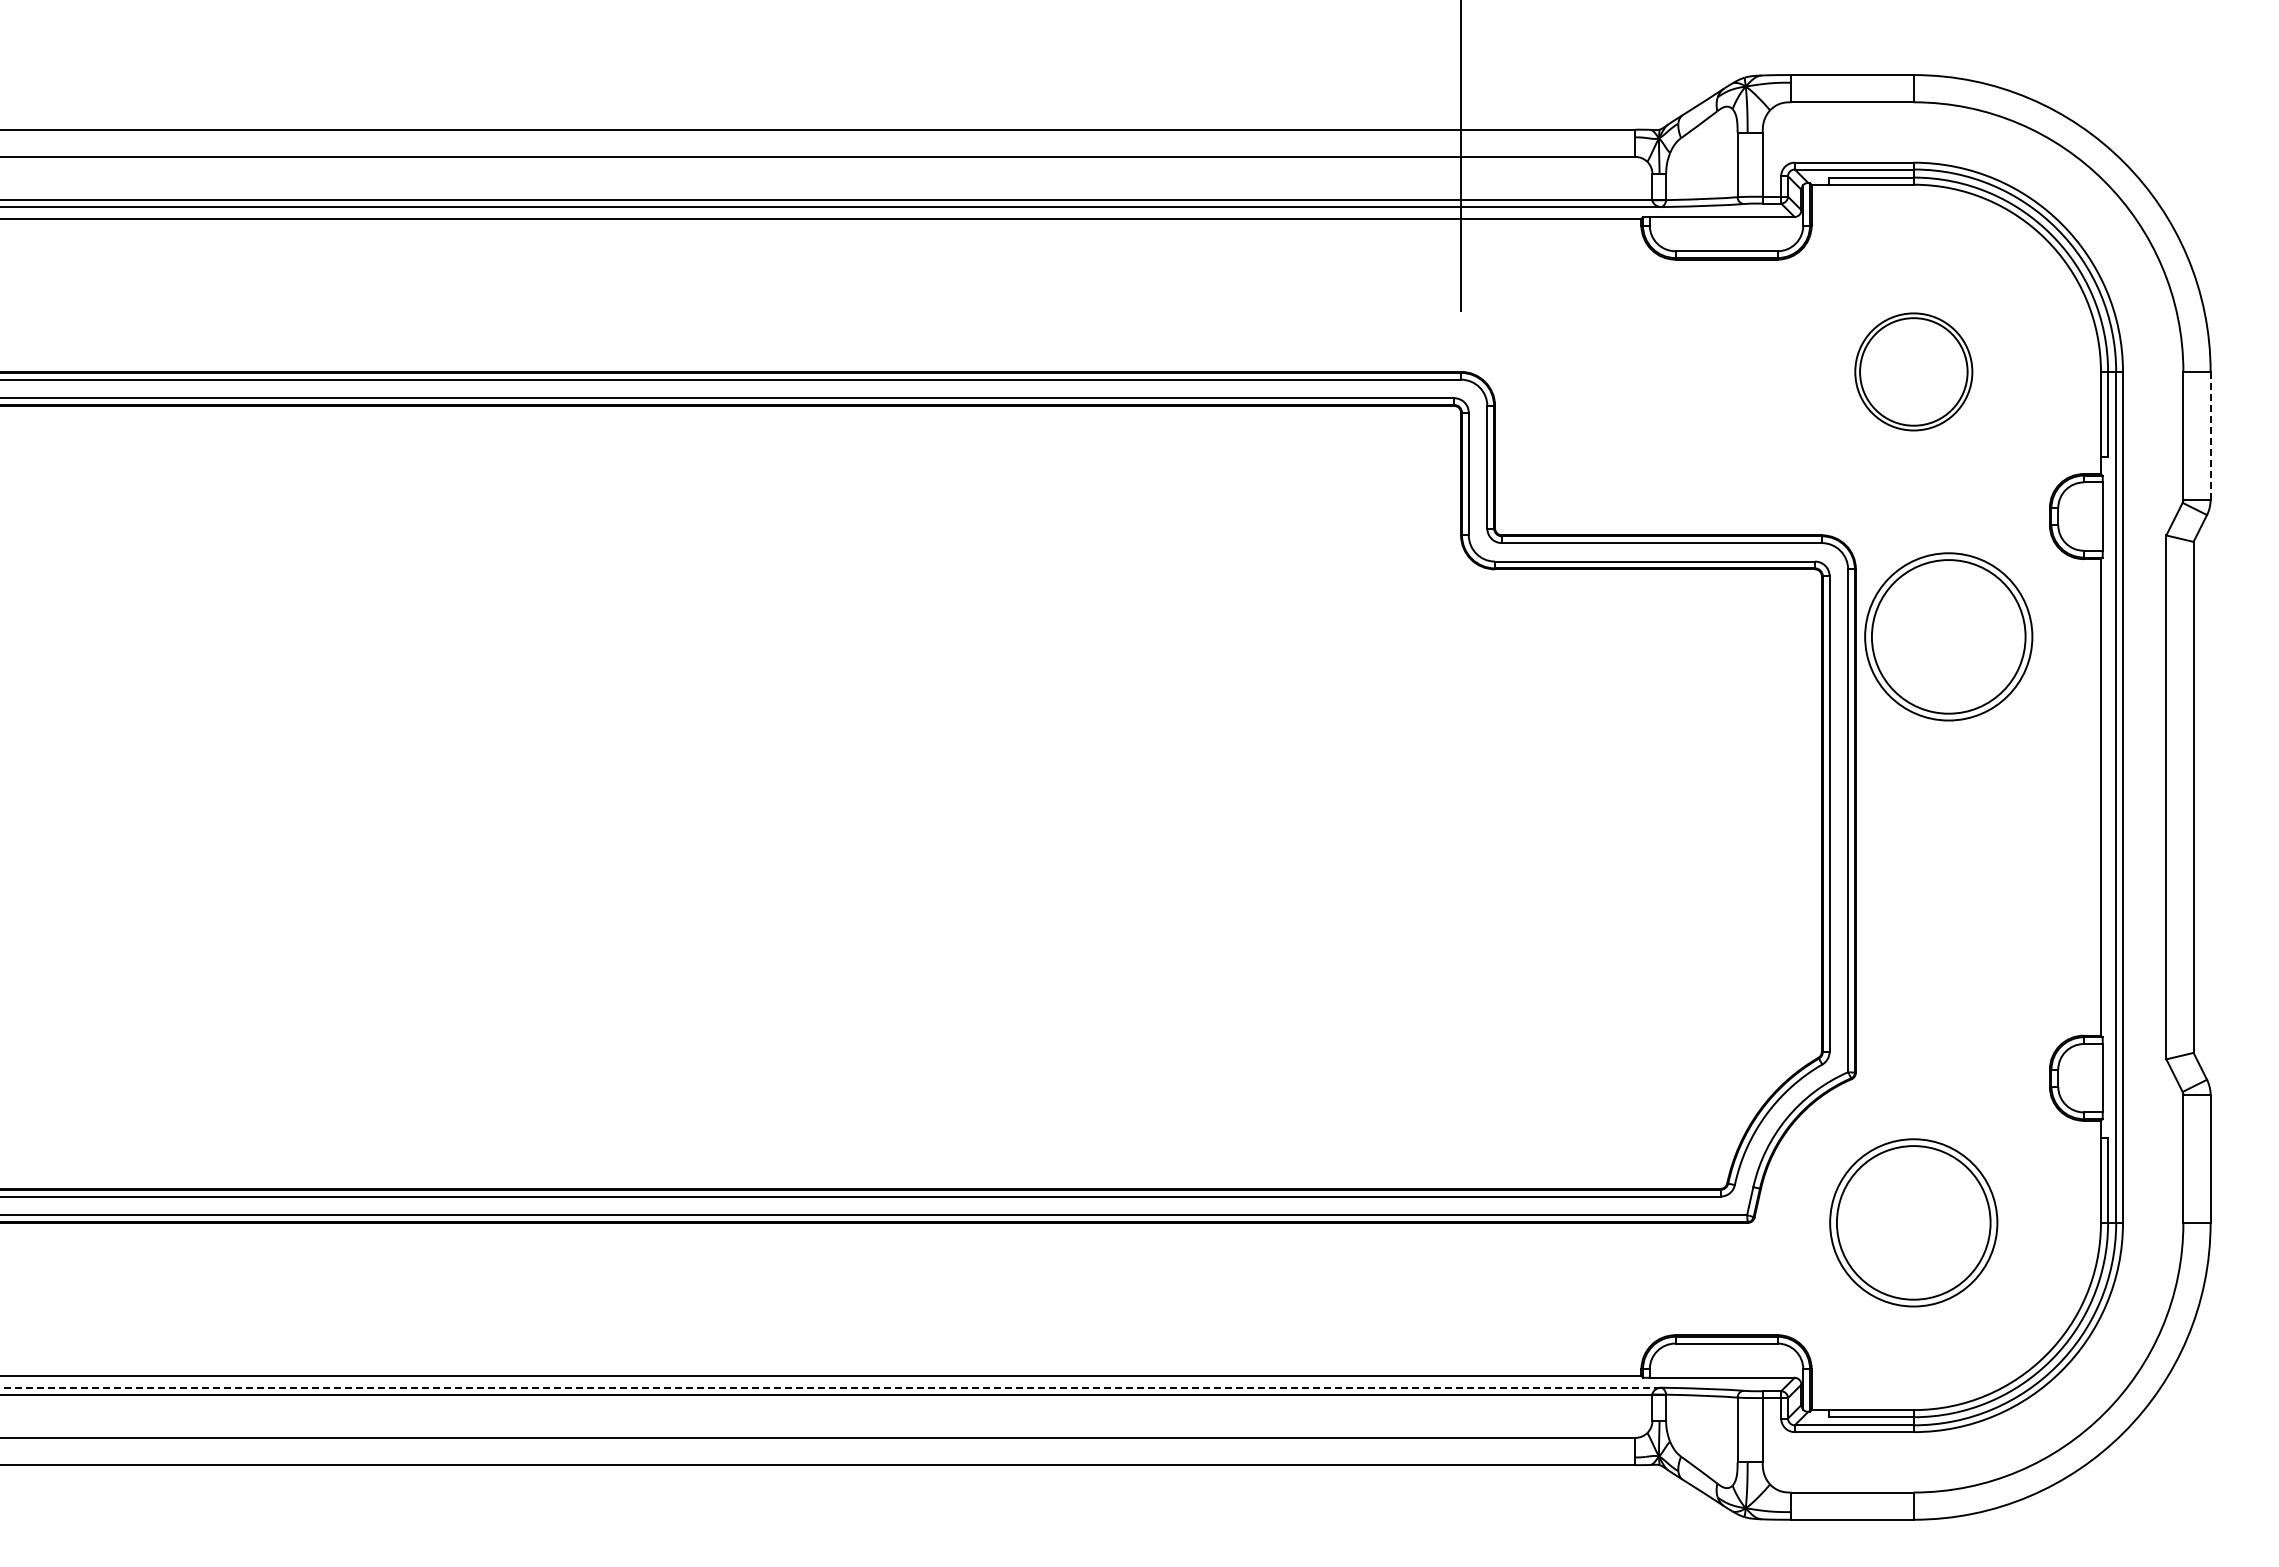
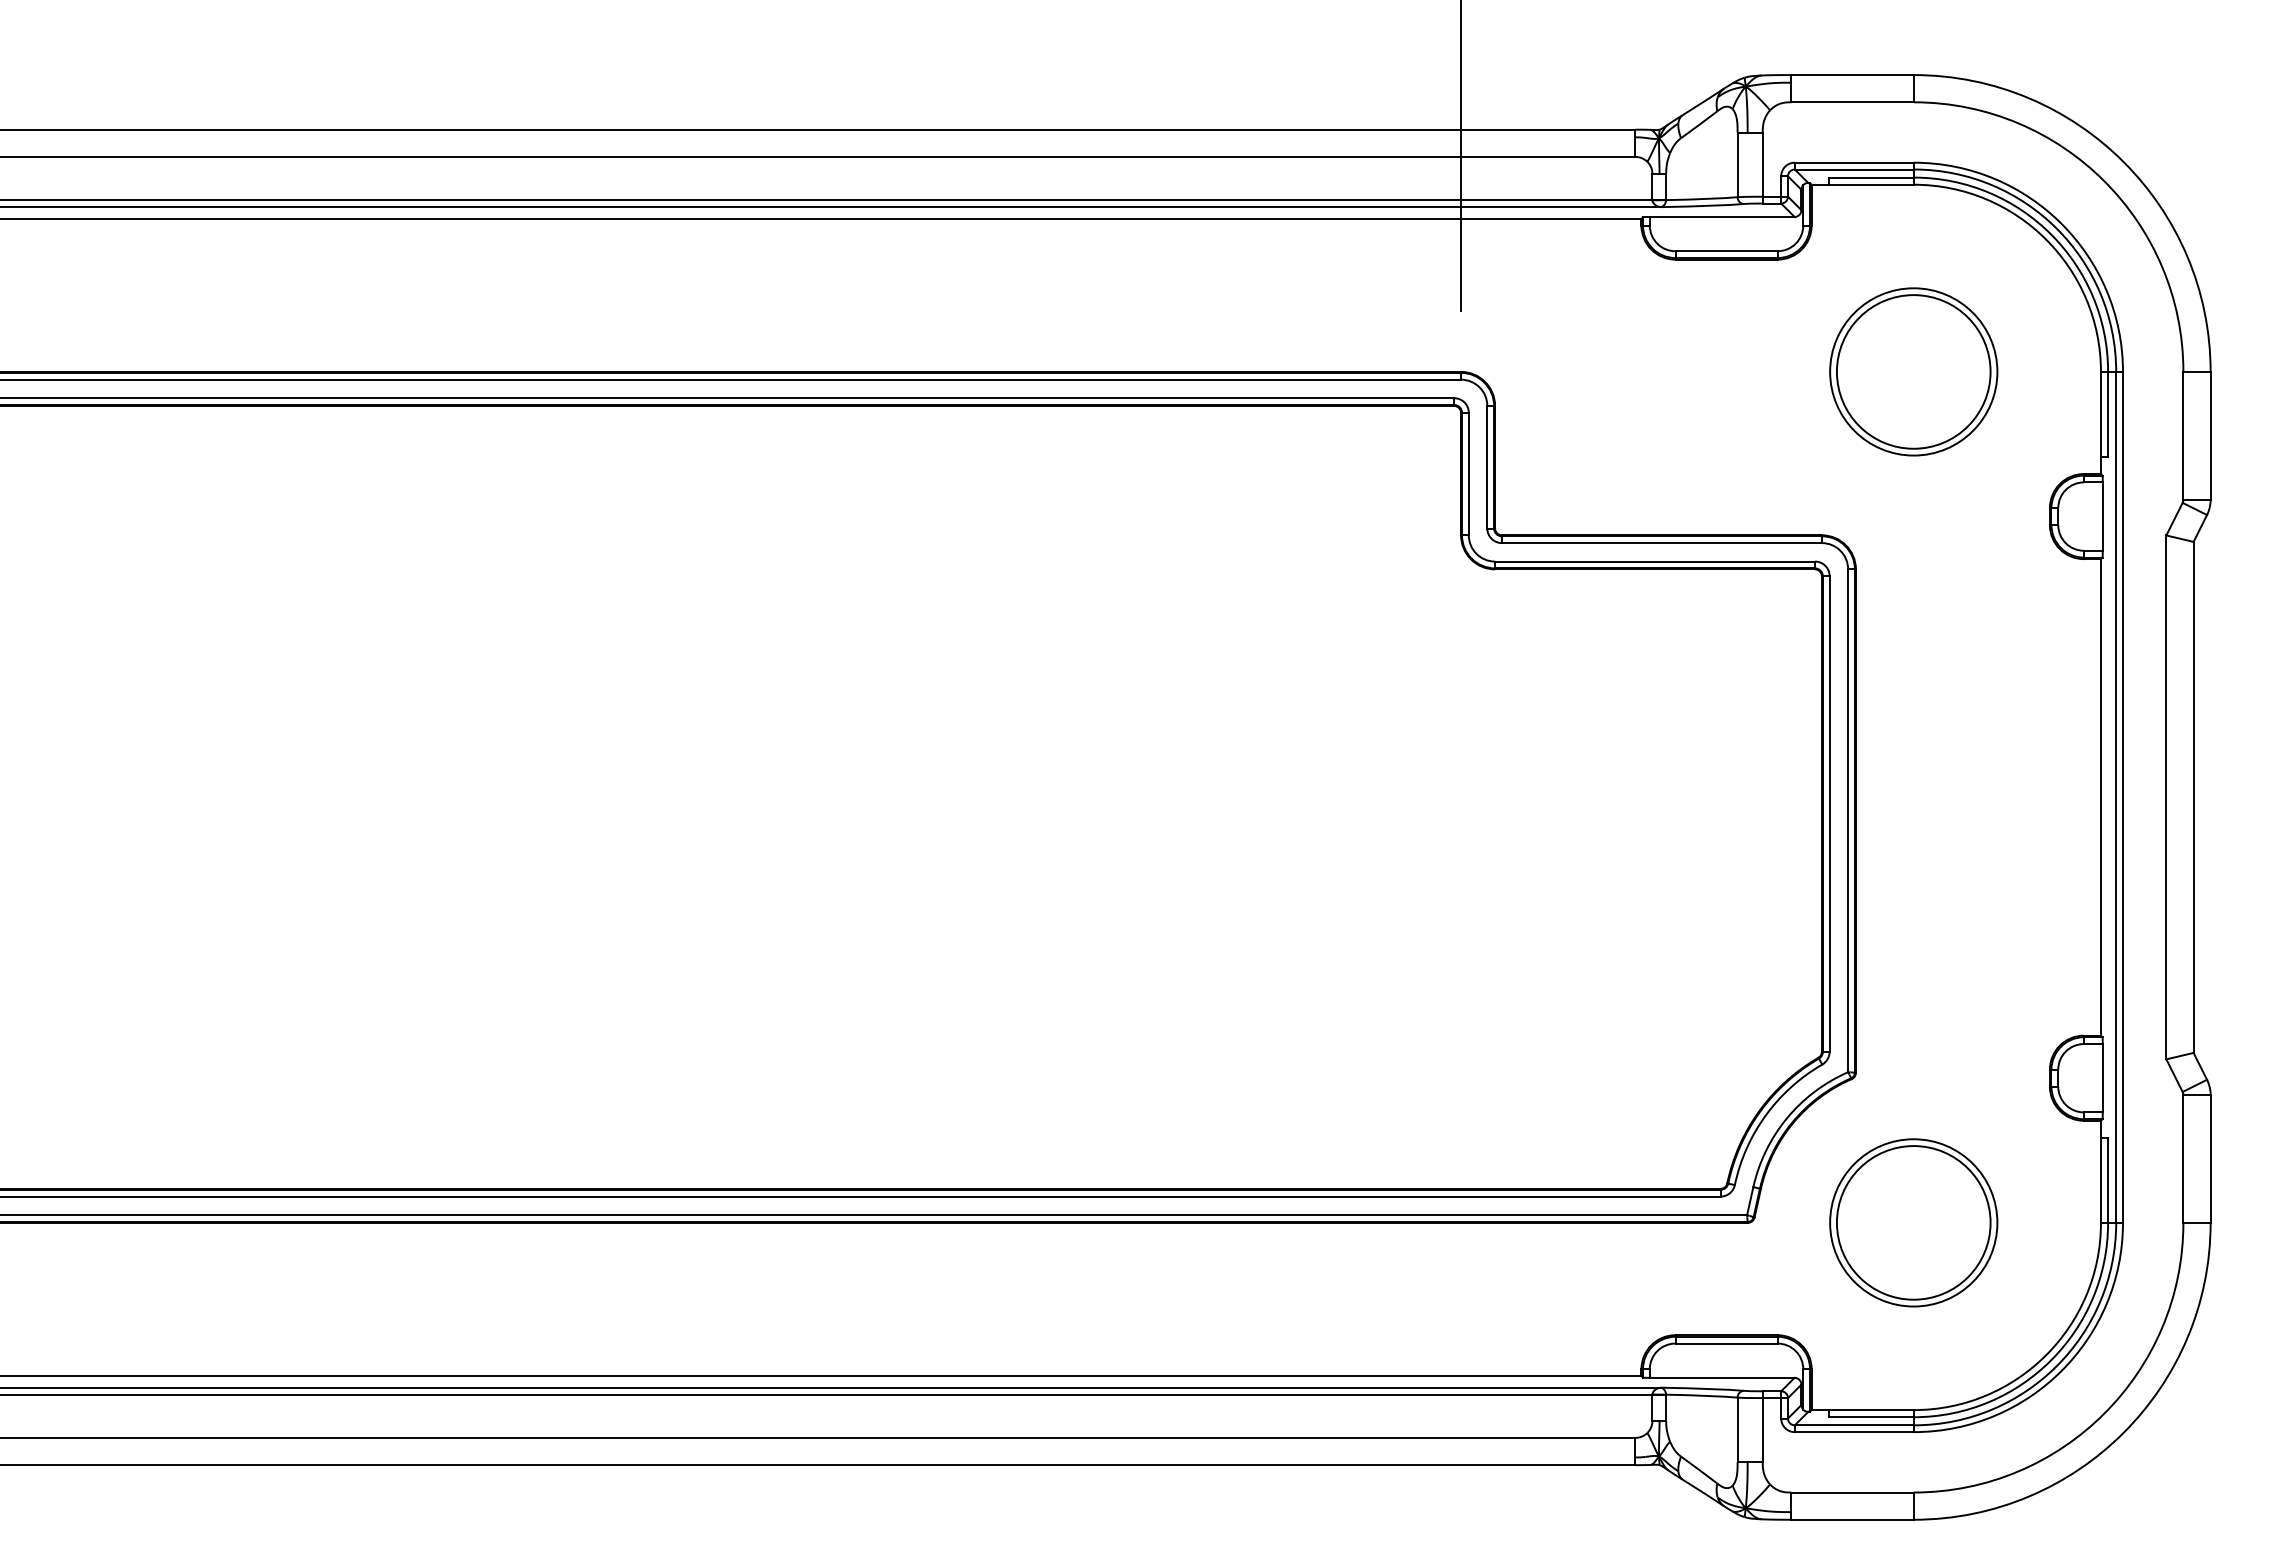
part at (1913, 371) size: 120x120 px -> 170x170 px
line at (2210, 435): dashed -> solid
part at (1948, 636): present -> none
line at (830, 1387): dashed -> solid
